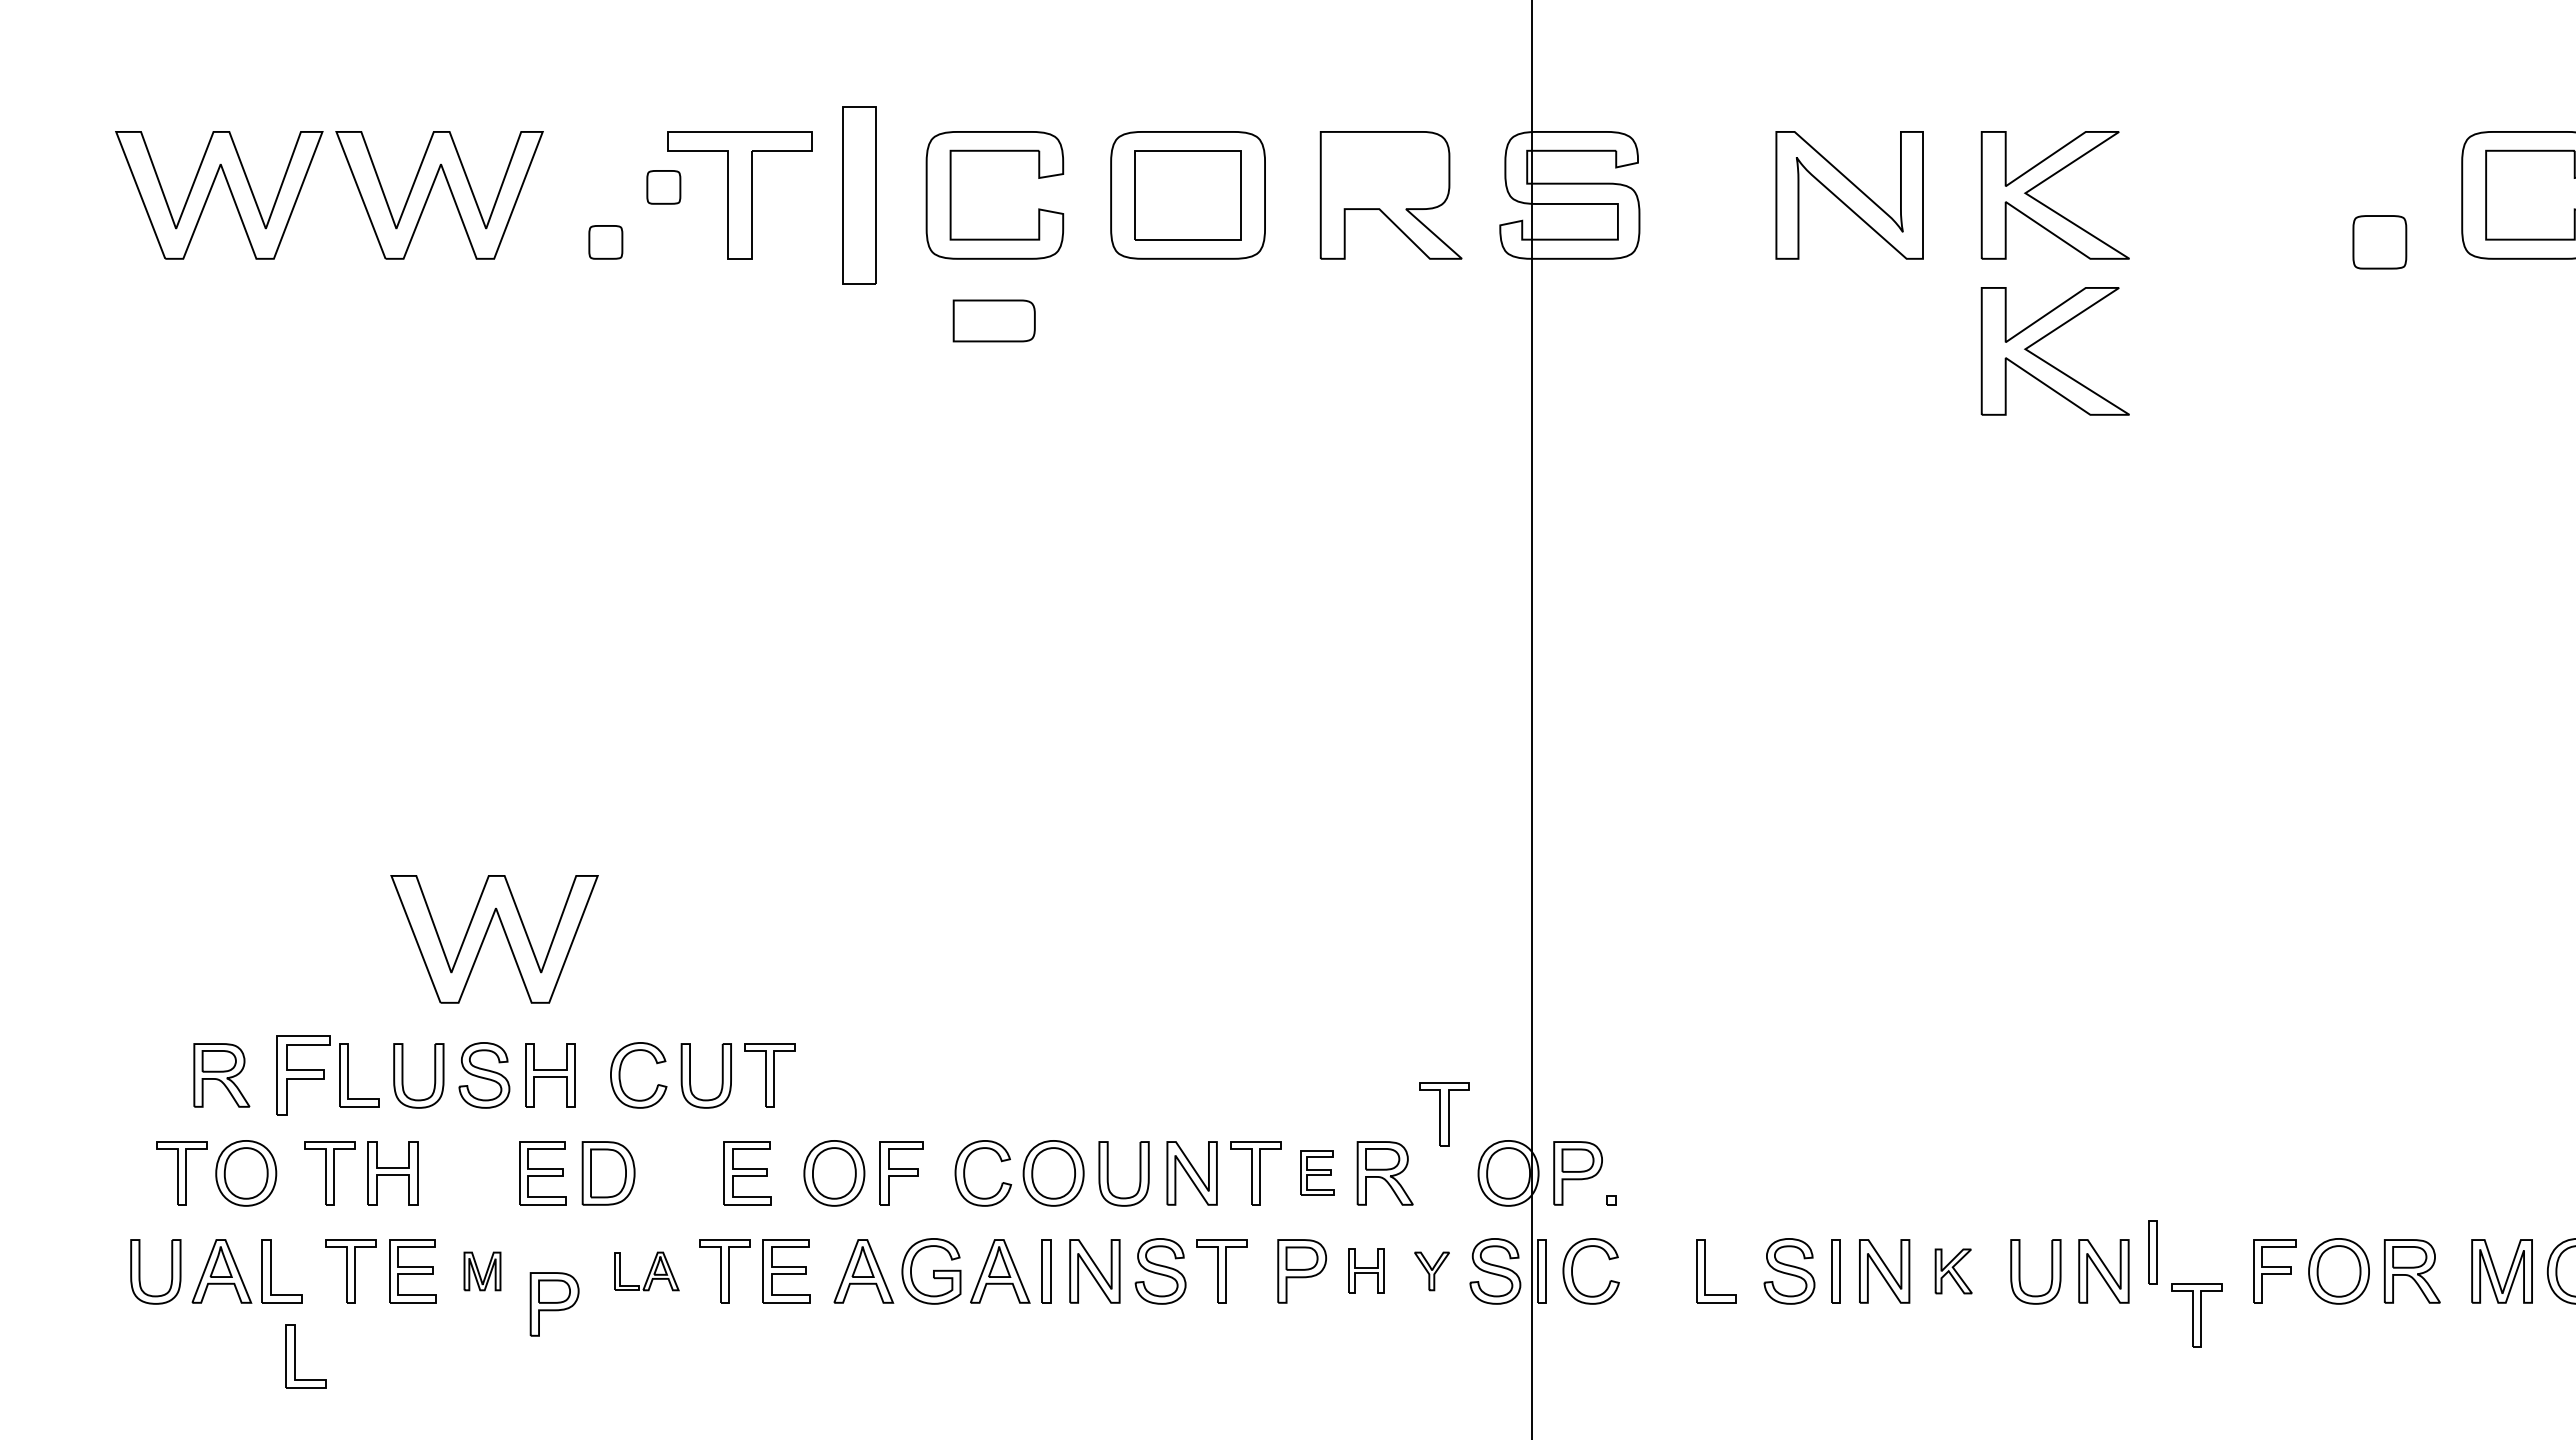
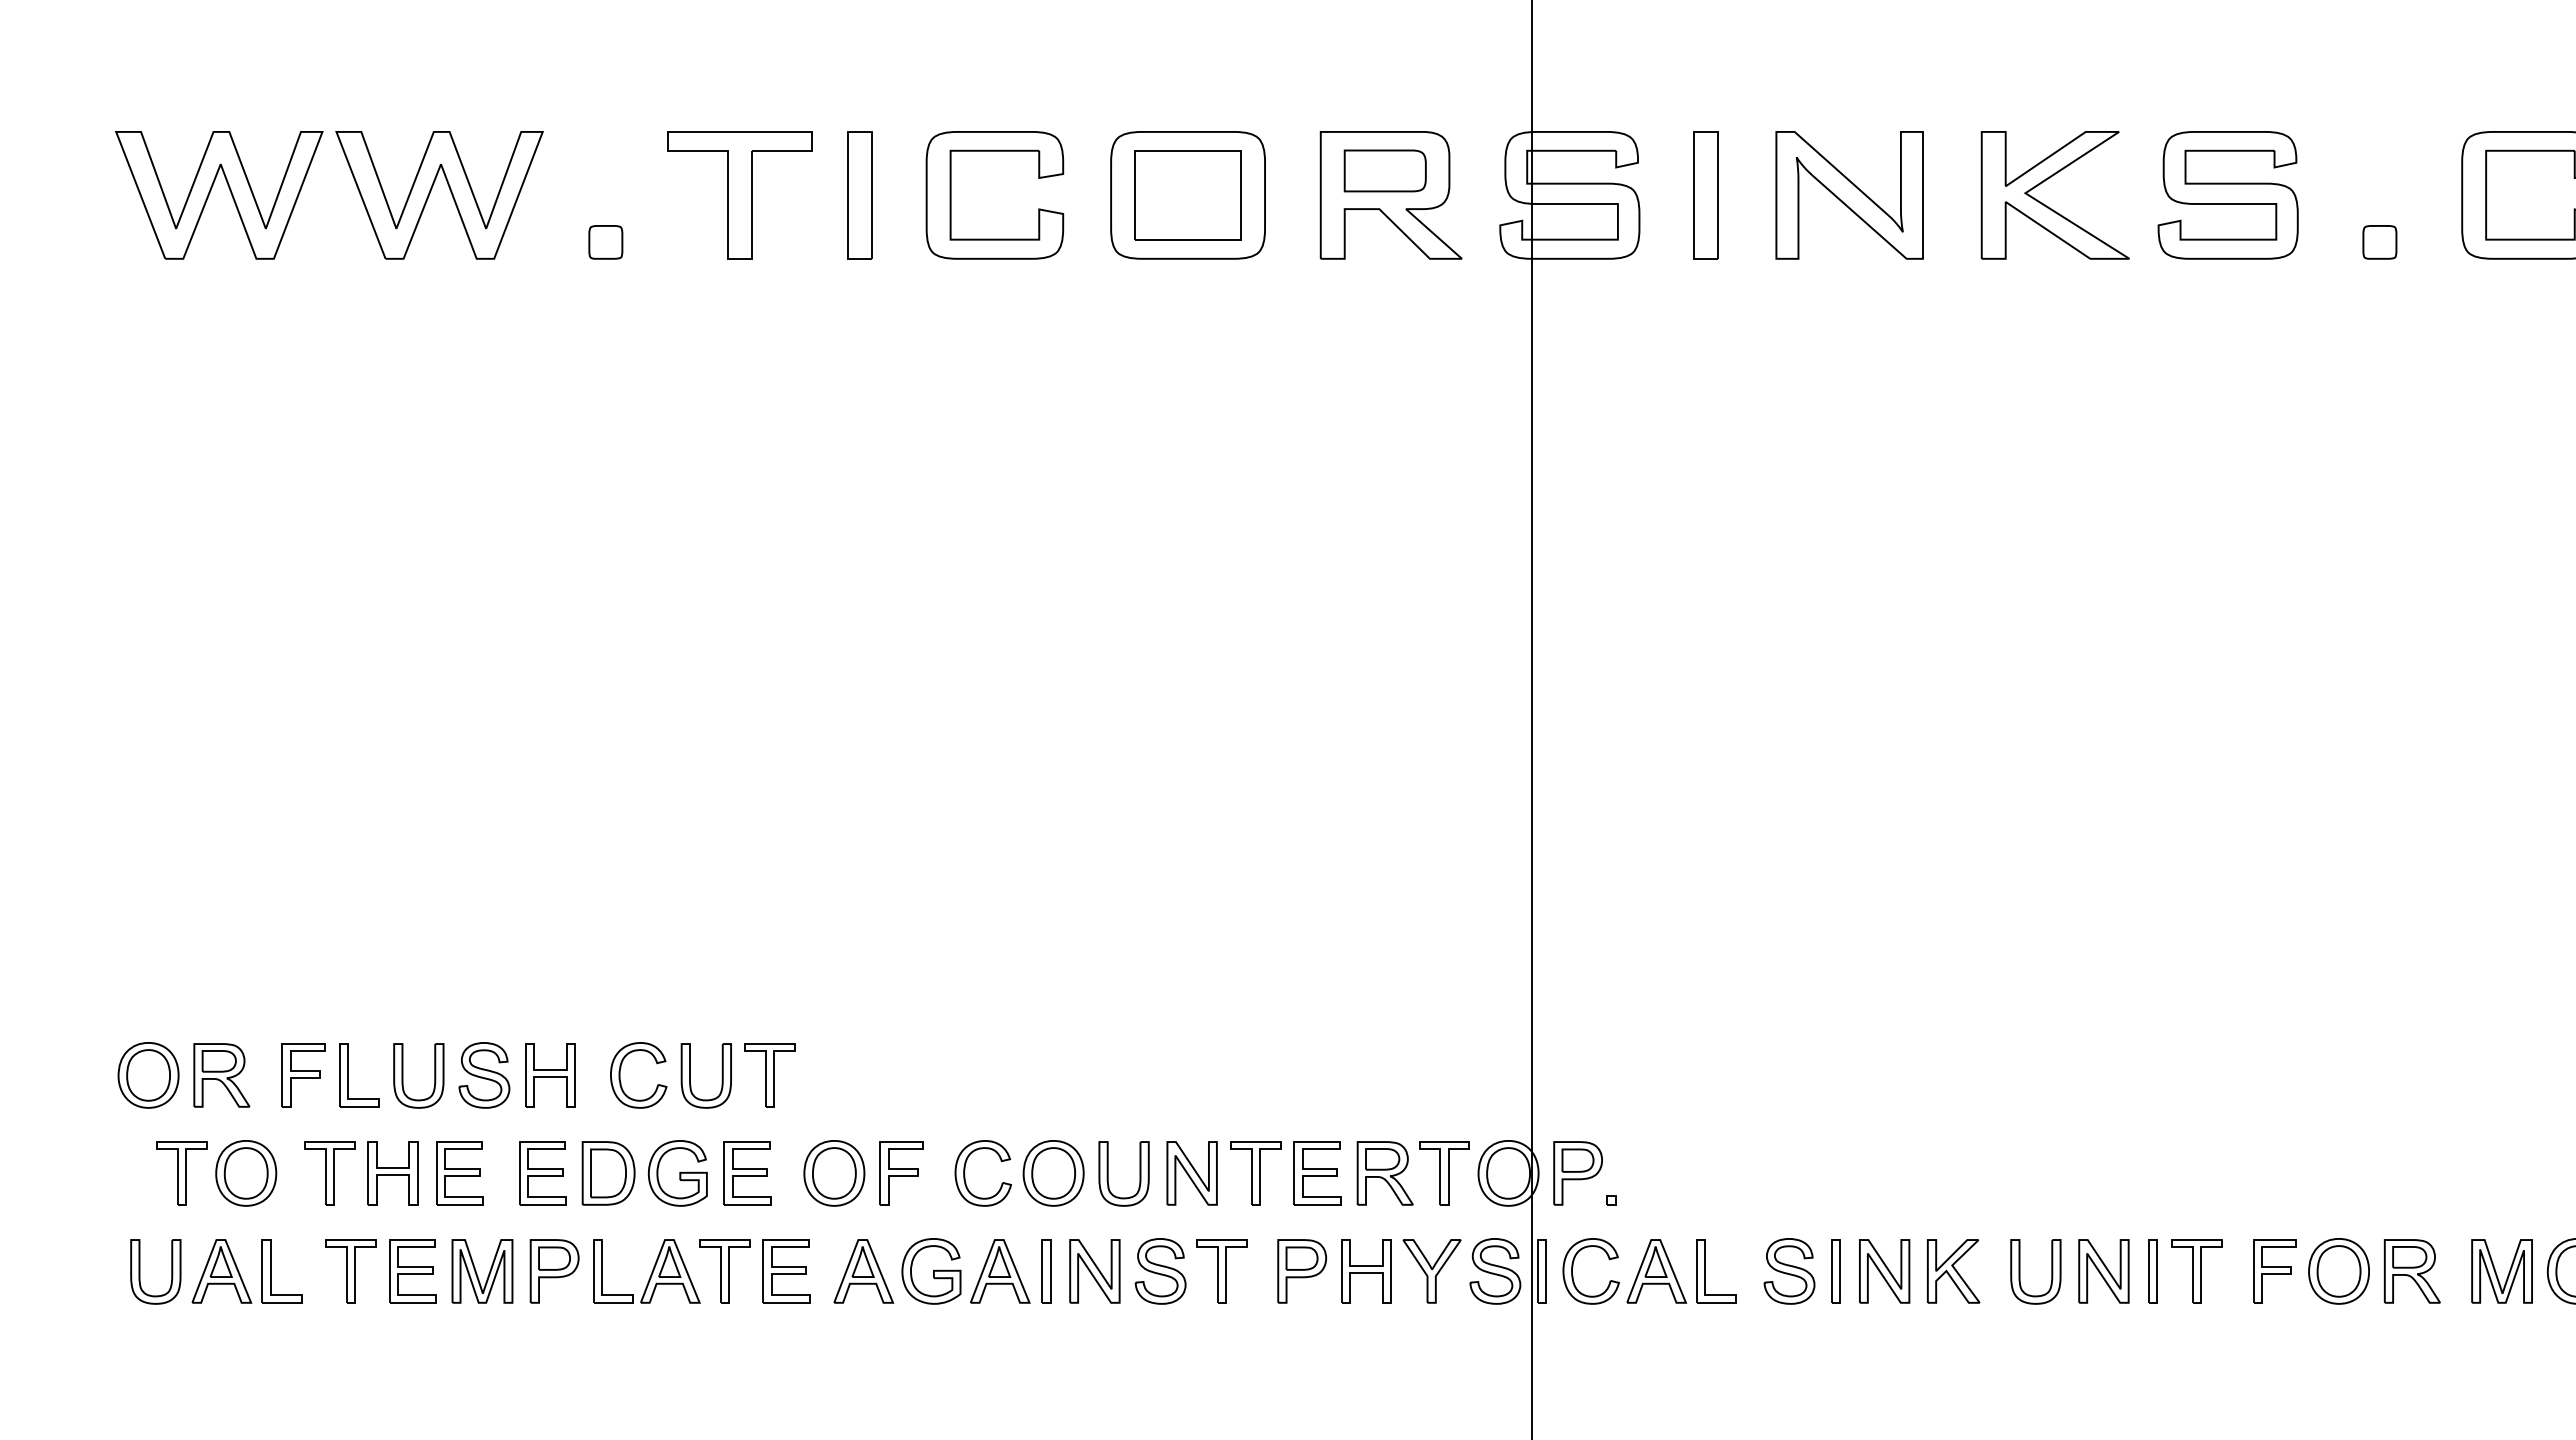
part at (663, 187): present -> none
part at (859, 195) size: 35x179 px -> 26x129 px
part at (1705, 195): none -> present
part at (2227, 195): none -> present
part at (2379, 242) size: 56x55 px -> 36x35 px
part at (993, 320) position: (993, 320) -> (1384, 170)
part at (2048, 362): present -> none
part at (486, 935): present -> none
part at (148, 1075): none -> present
part at (303, 1075) size: 55x81 px -> 45x65 px
part at (1444, 1114) position: (1444, 1114) -> (1444, 1173)
part at (1317, 1172) size: 35x46 px -> 49x65 px
part at (459, 1173): none -> present
part at (677, 1173): none -> present
part at (2152, 1252) position: (2152, 1252) -> (2152, 1271)
part at (1366, 1270) size: 37x46 px -> 51x65 px
part at (482, 1271) size: 39x41 px -> 63x65 px
part at (646, 1271) size: 66x41 px -> 108x65 px
part at (1431, 1271) size: 36x41 px -> 60x65 px
part at (1656, 1271): none -> present
part at (1953, 1271) size: 39x47 px -> 54x65 px
part at (554, 1304) position: (554, 1304) -> (554, 1271)
part at (2196, 1315) position: (2196, 1315) -> (2196, 1271)
part at (295, 1356): present -> none
